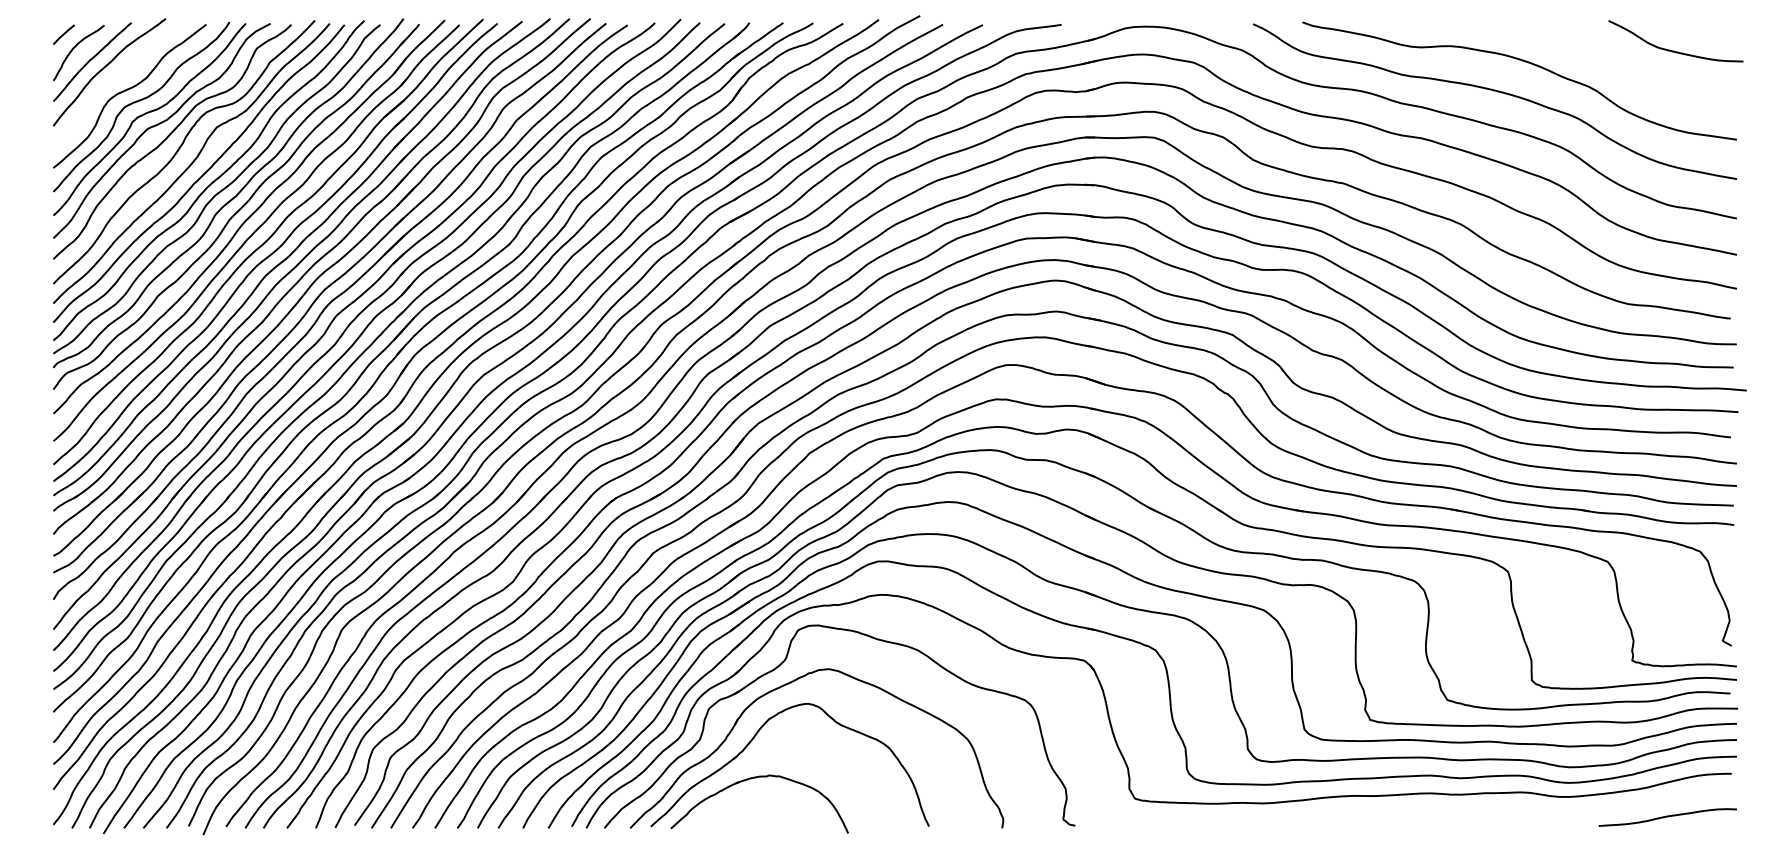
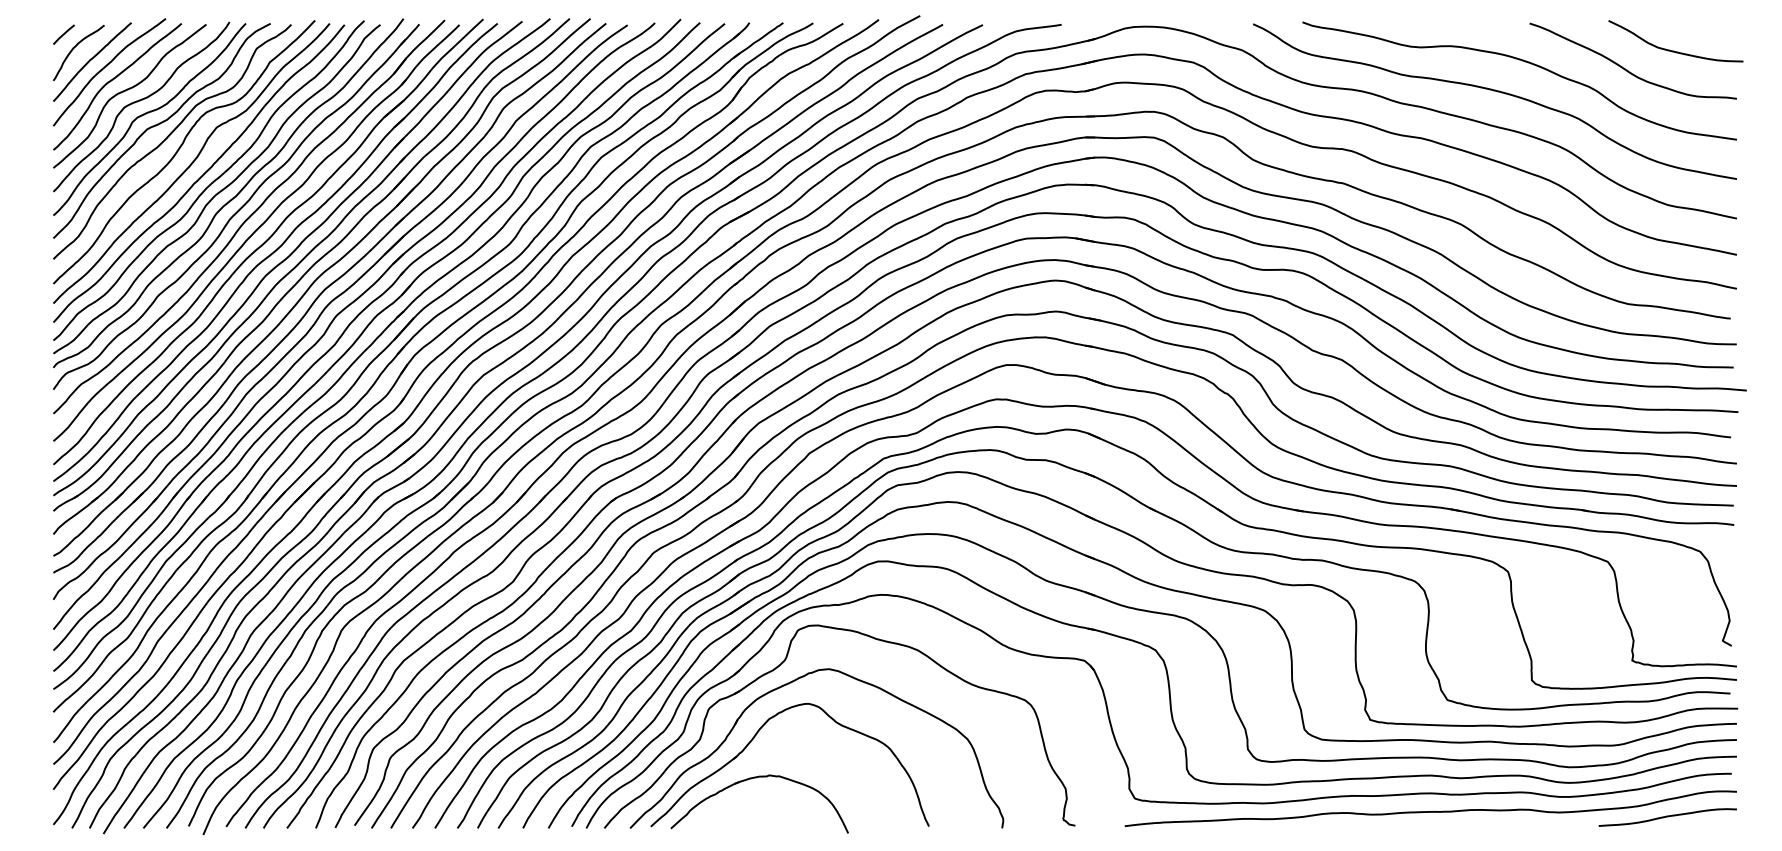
curve at (1627, 69): none -> present
curve at (113, 80): none -> present
curve at (1430, 811): none -> present
